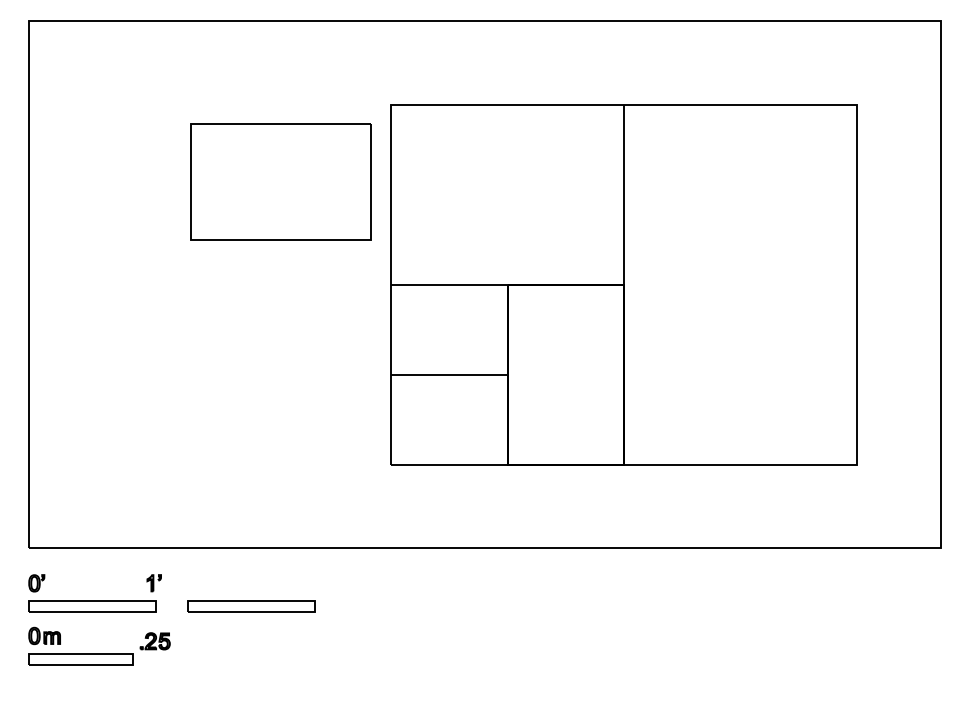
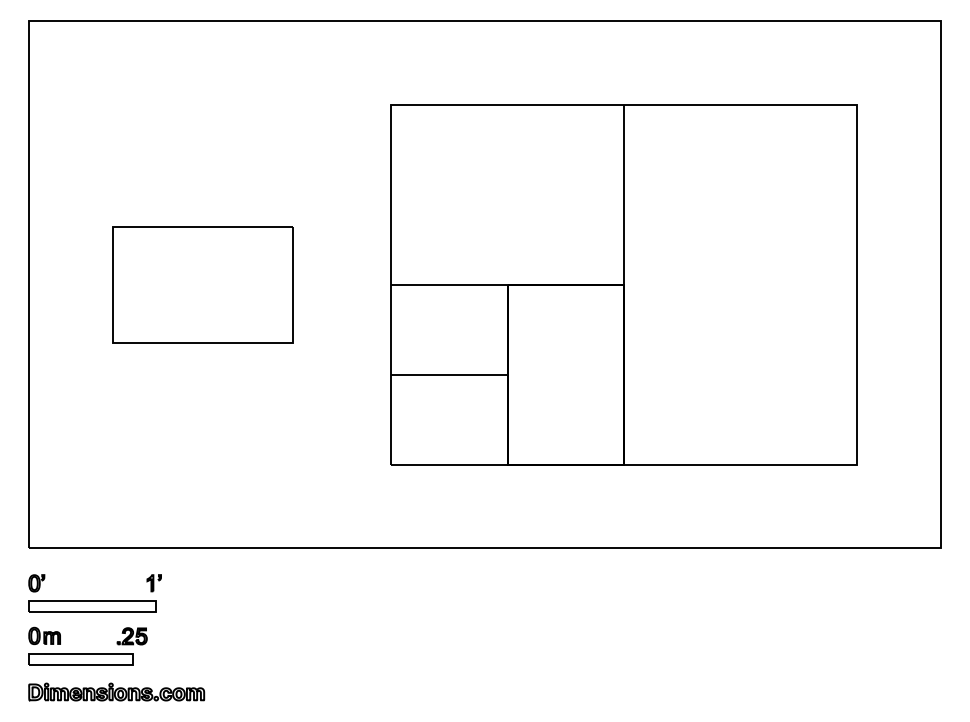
part at (280, 181) position: (280, 181) -> (202, 284)
part at (251, 606): present -> none
part at (154, 641) position: (154, 641) -> (131, 636)
part at (116, 691): none -> present
